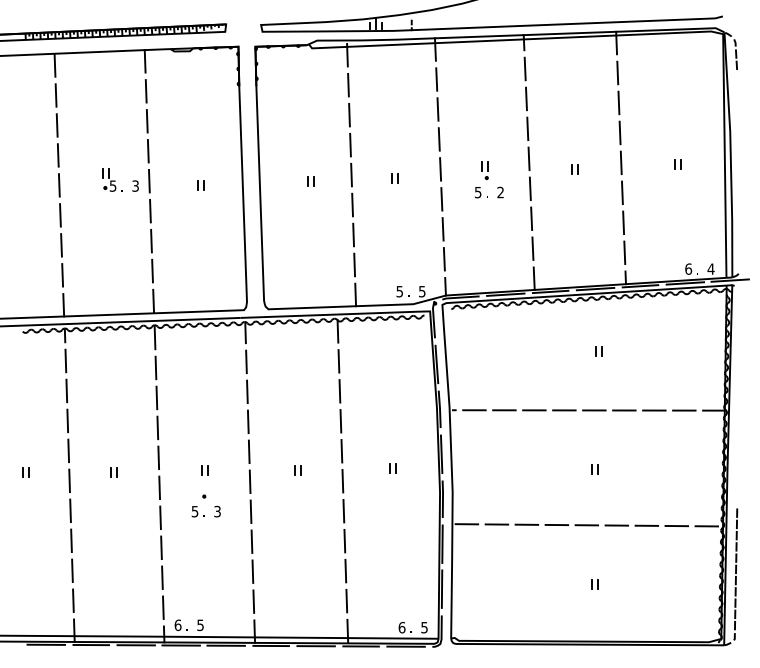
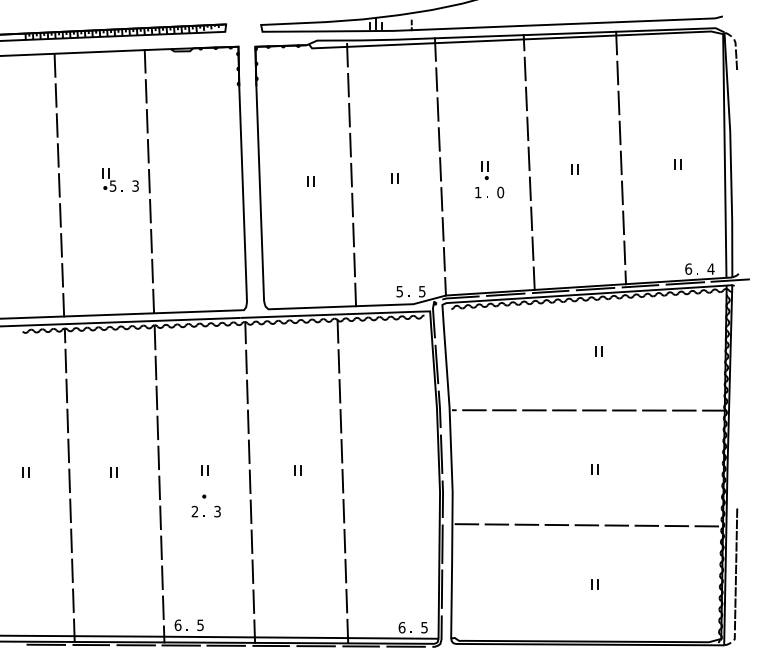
part at (200, 185): present -> none
text at (477, 192): 5 -> 1
text at (500, 192): 2 -> 0
part at (392, 468): present -> none
text at (194, 511): 5 -> 2
